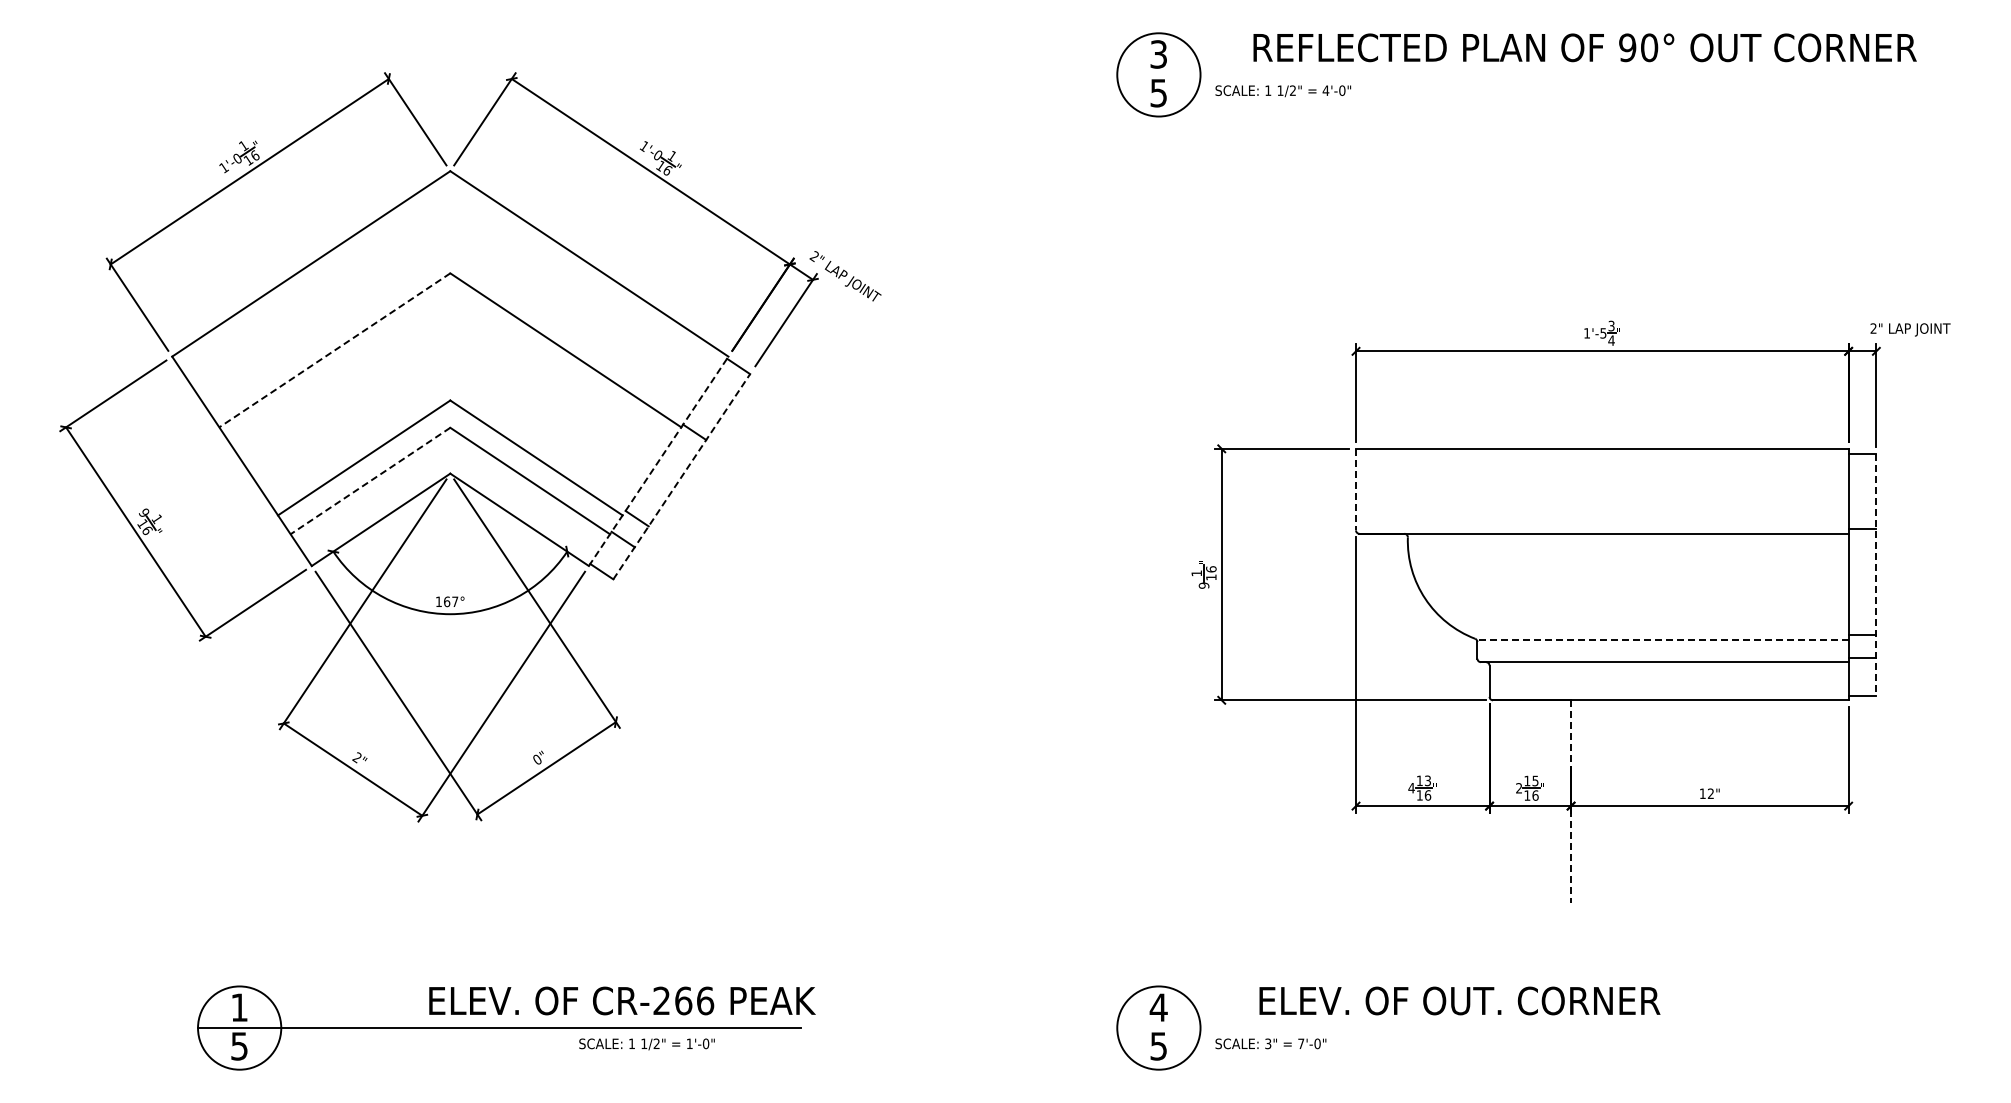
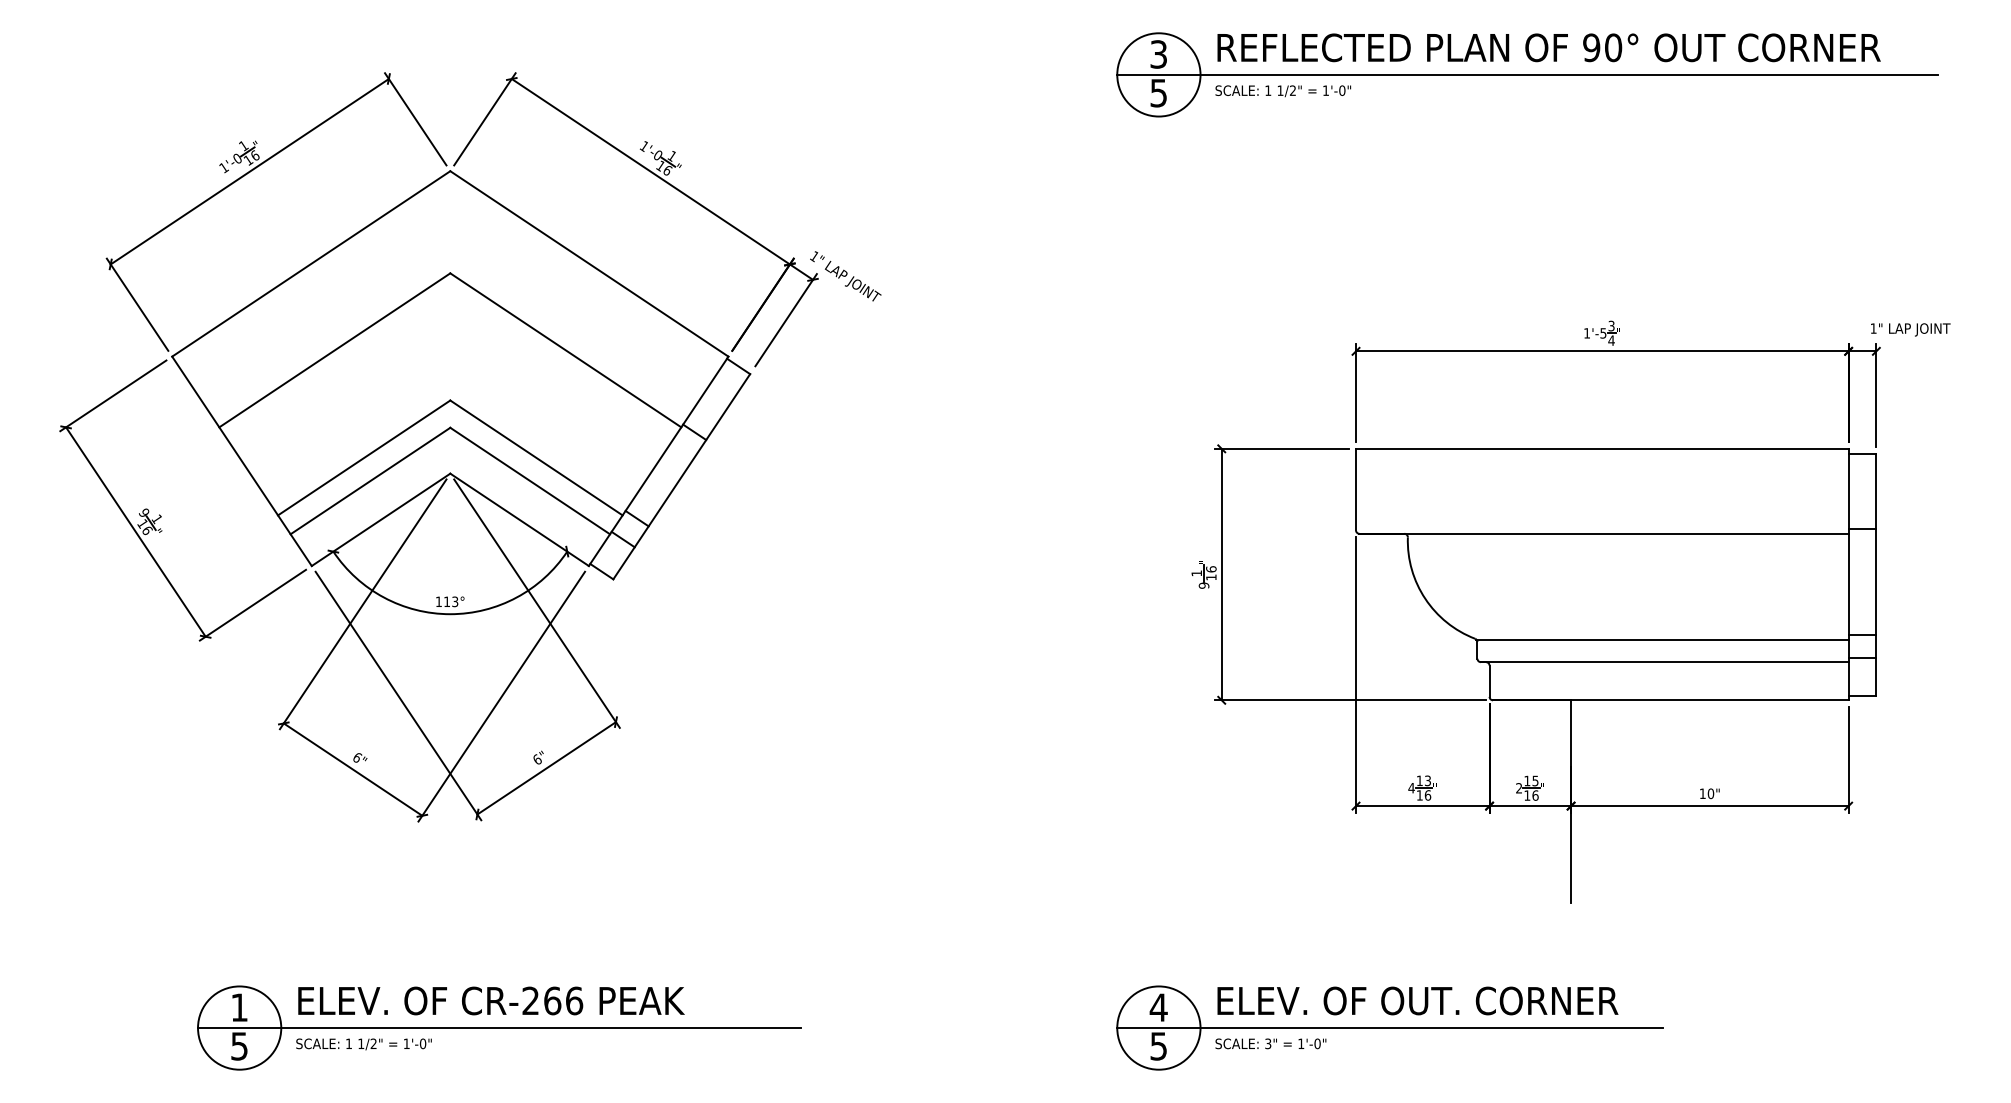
text at (1584, 47) position: (1584, 47) -> (1548, 47)
line at (1527, 74): none -> present
text at (1325, 90): 4'-0" -> 1'-0"
text at (813, 255): 2" -> 1"
text at (1873, 328): 2" -> 1"
line at (334, 350): dashed -> solid
line at (658, 461): dashed -> solid
line at (682, 476): dashed -> solid
line at (370, 481): dashed -> solid
line at (1356, 489): dashed -> solid
line at (1876, 574): dashed -> solid
text at (451, 601): 167° -> 113°
line at (1662, 639): dashed -> solid
text at (357, 757): 2" -> 6"
text at (537, 758): 0" -> 6"
text at (1710, 793): 12" -> 10"
line at (1571, 802): dashed -> solid
text at (622, 1000) position: (622, 1000) -> (491, 1000)
text at (1459, 1000) position: (1459, 1000) -> (1417, 1000)
line at (1389, 1028): none -> present
text at (1301, 1043): 7'-0" -> 1'-0"
text at (646, 1044) position: (646, 1044) -> (363, 1044)
